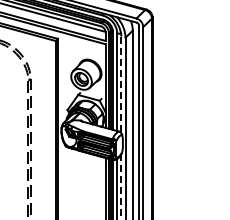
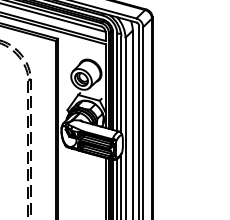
line at (121, 85): dashed -> solid
line at (121, 187): dashed -> solid
